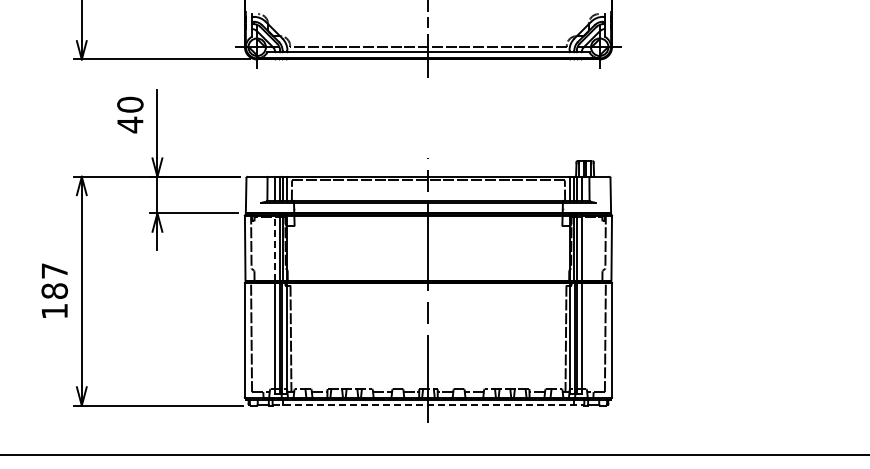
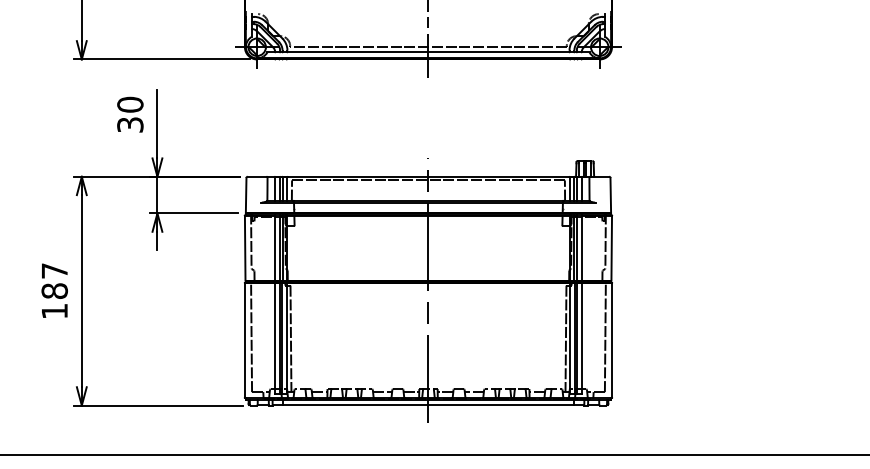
text at (130, 124): 40 -> 30
line at (275, 248): dashed -> solid
line at (428, 404): dashed -> solid
